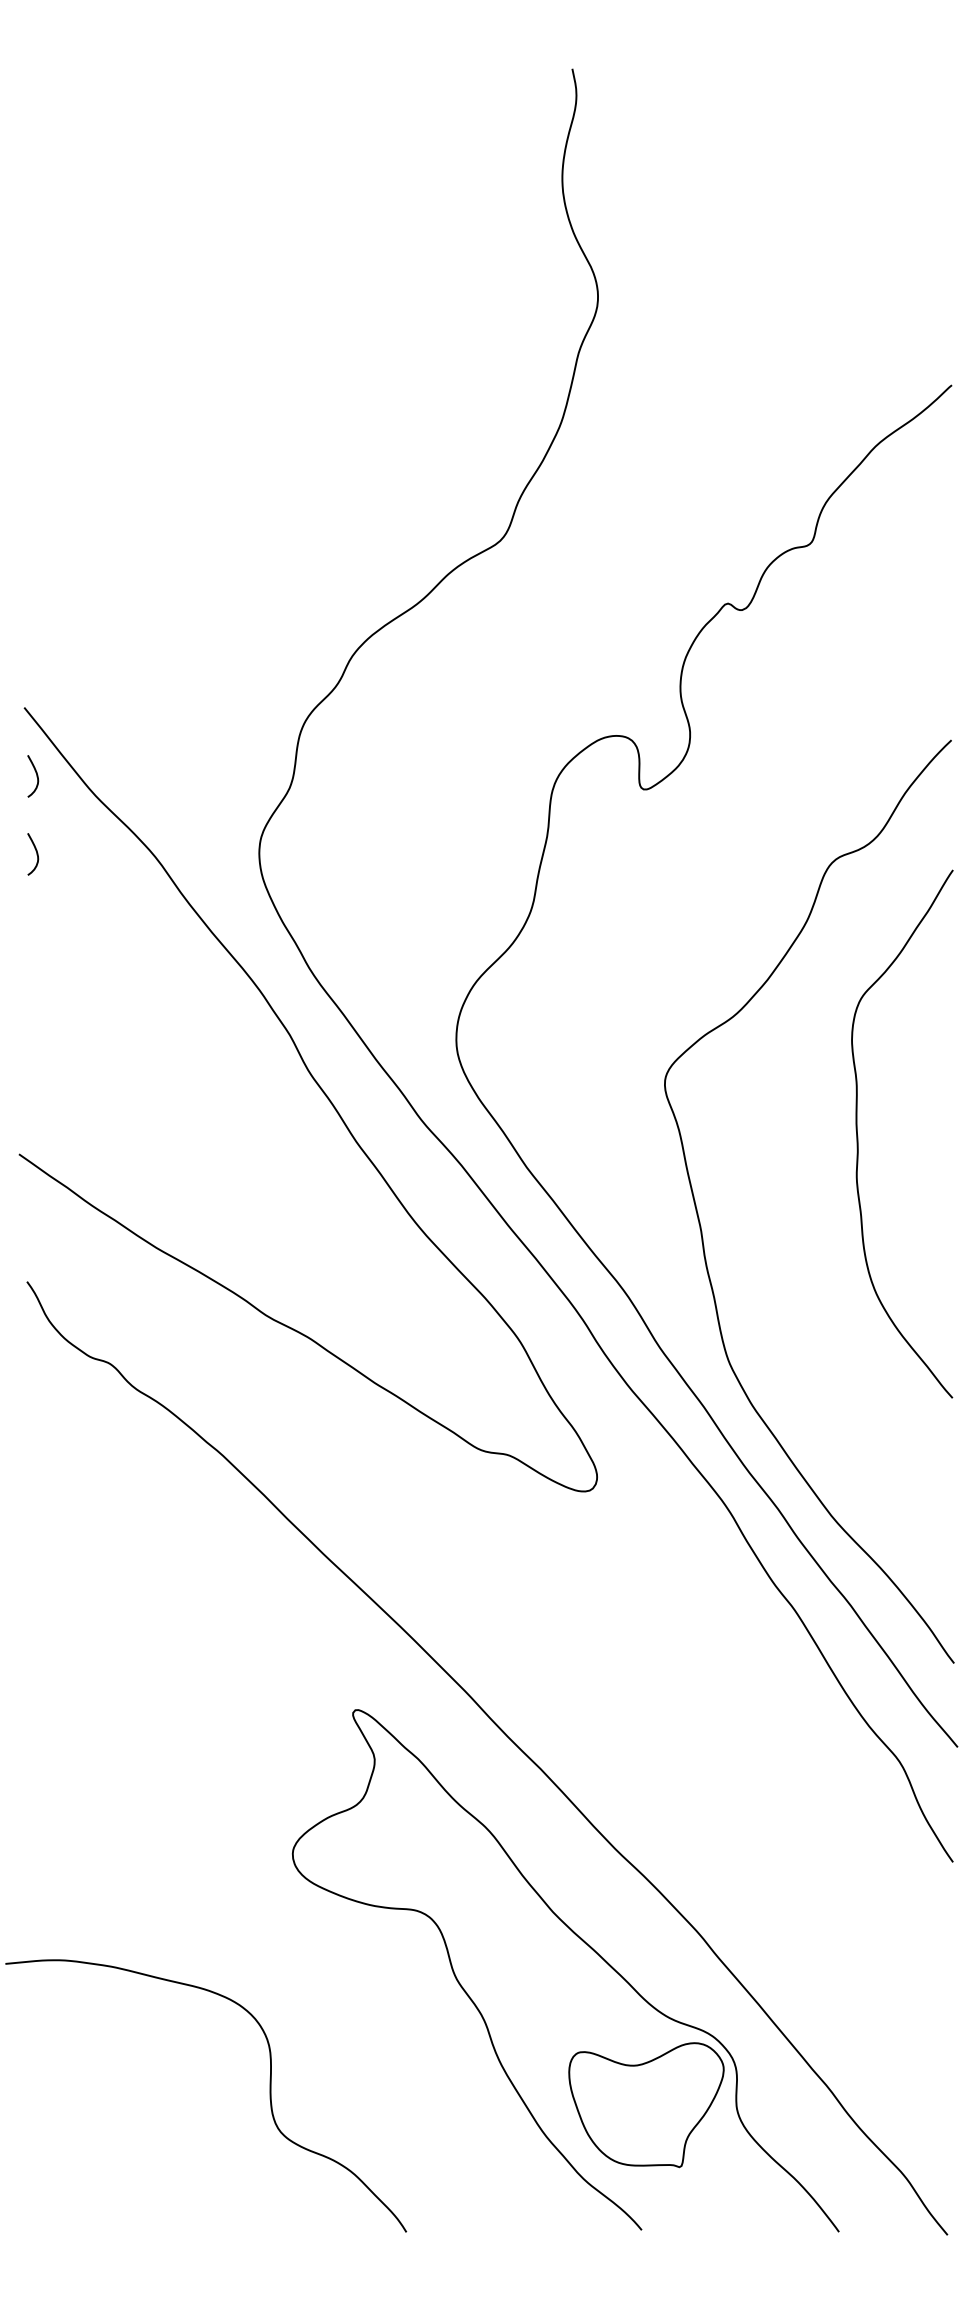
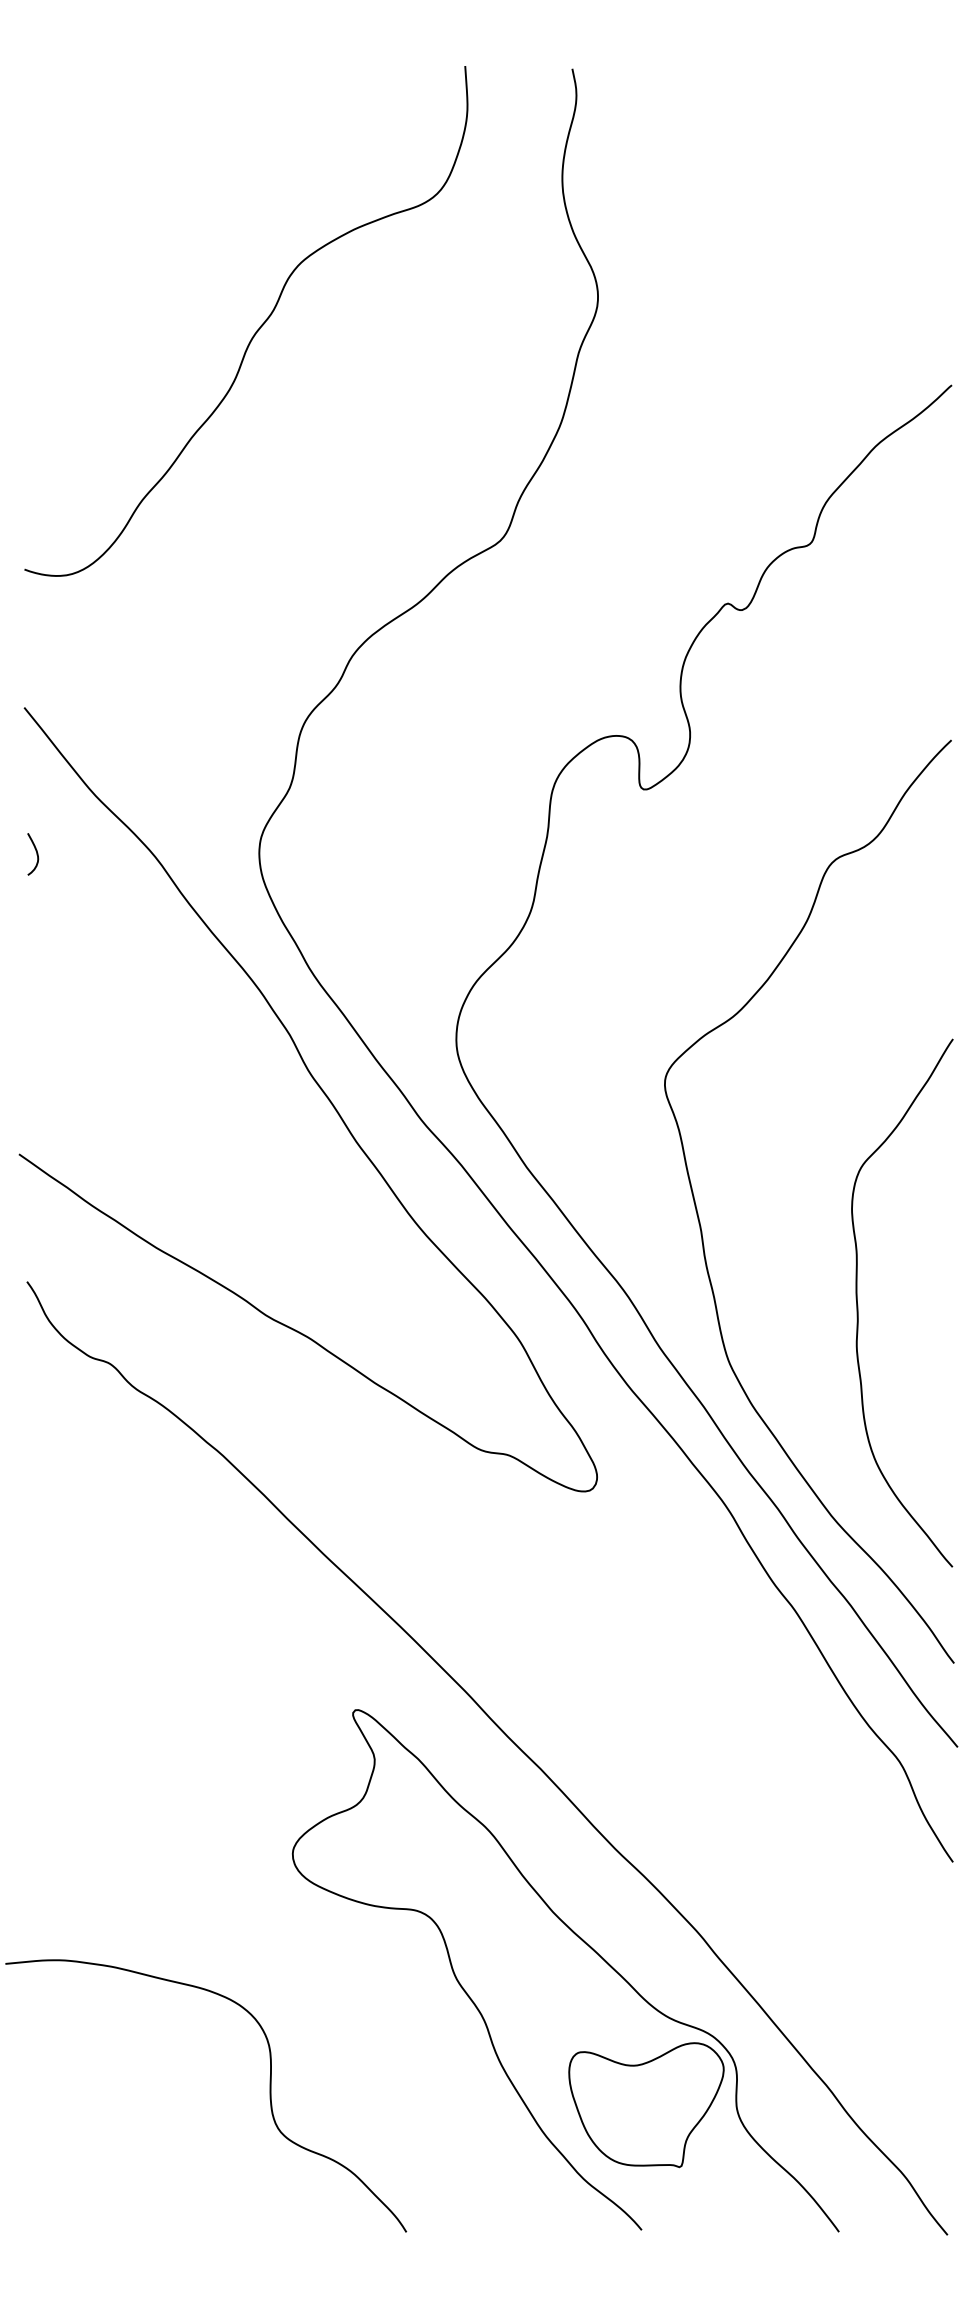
curve at (256, 330): none -> present
curve at (36, 776): present -> none
curve at (858, 1136) position: (858, 1136) -> (858, 1305)
